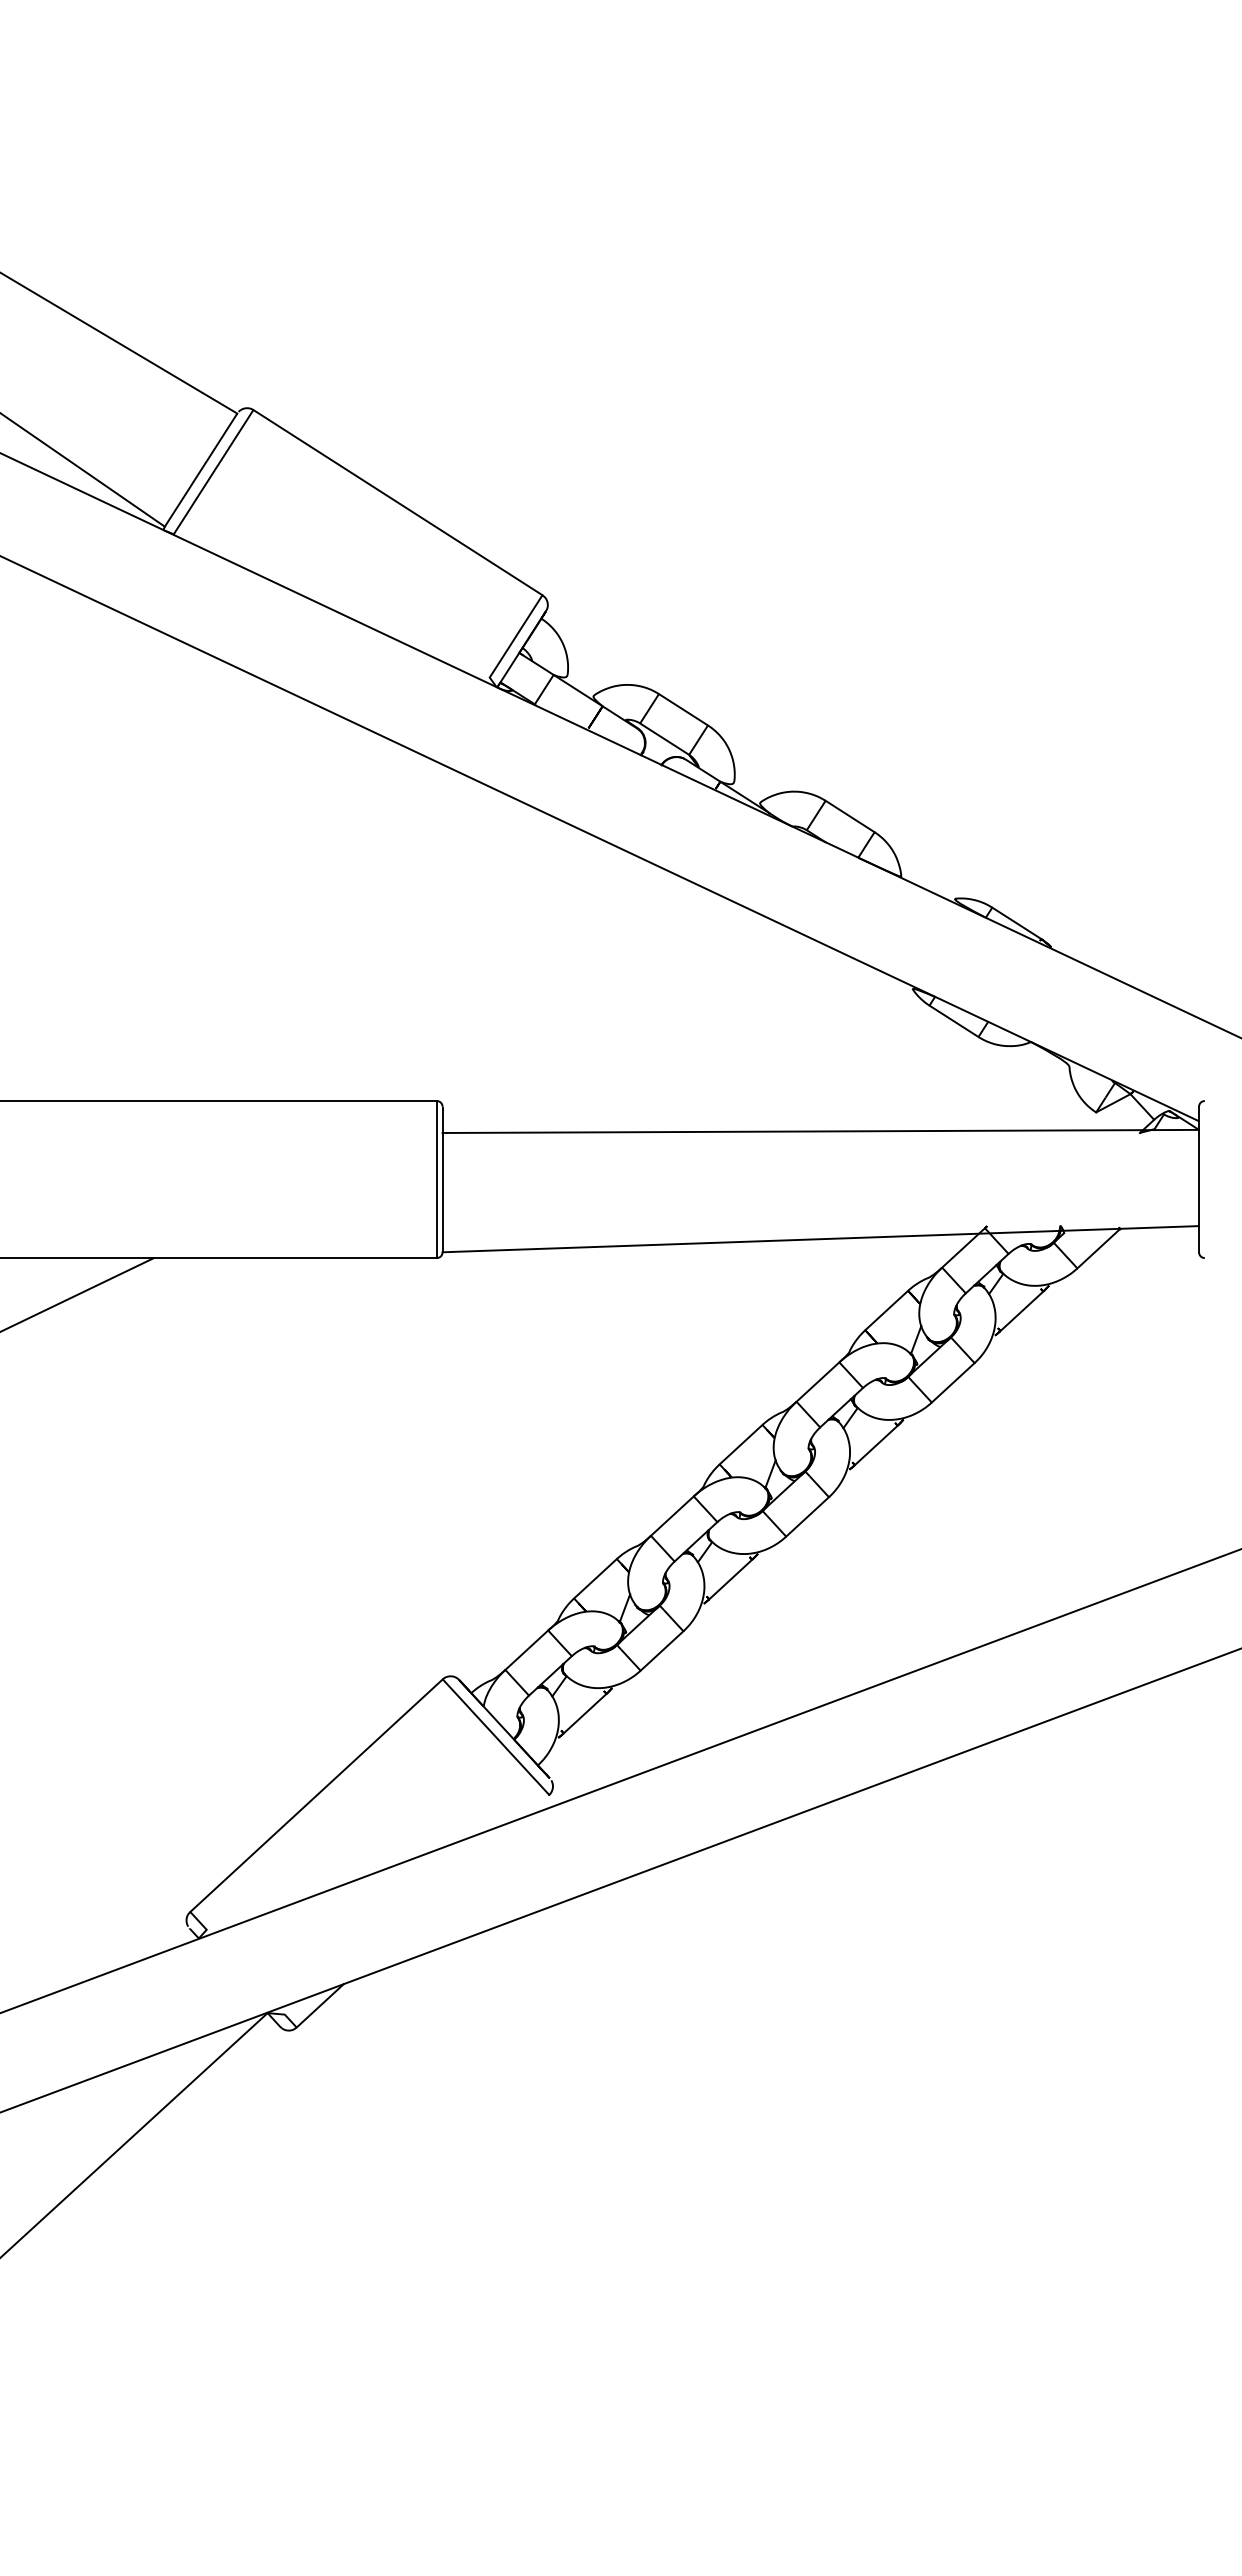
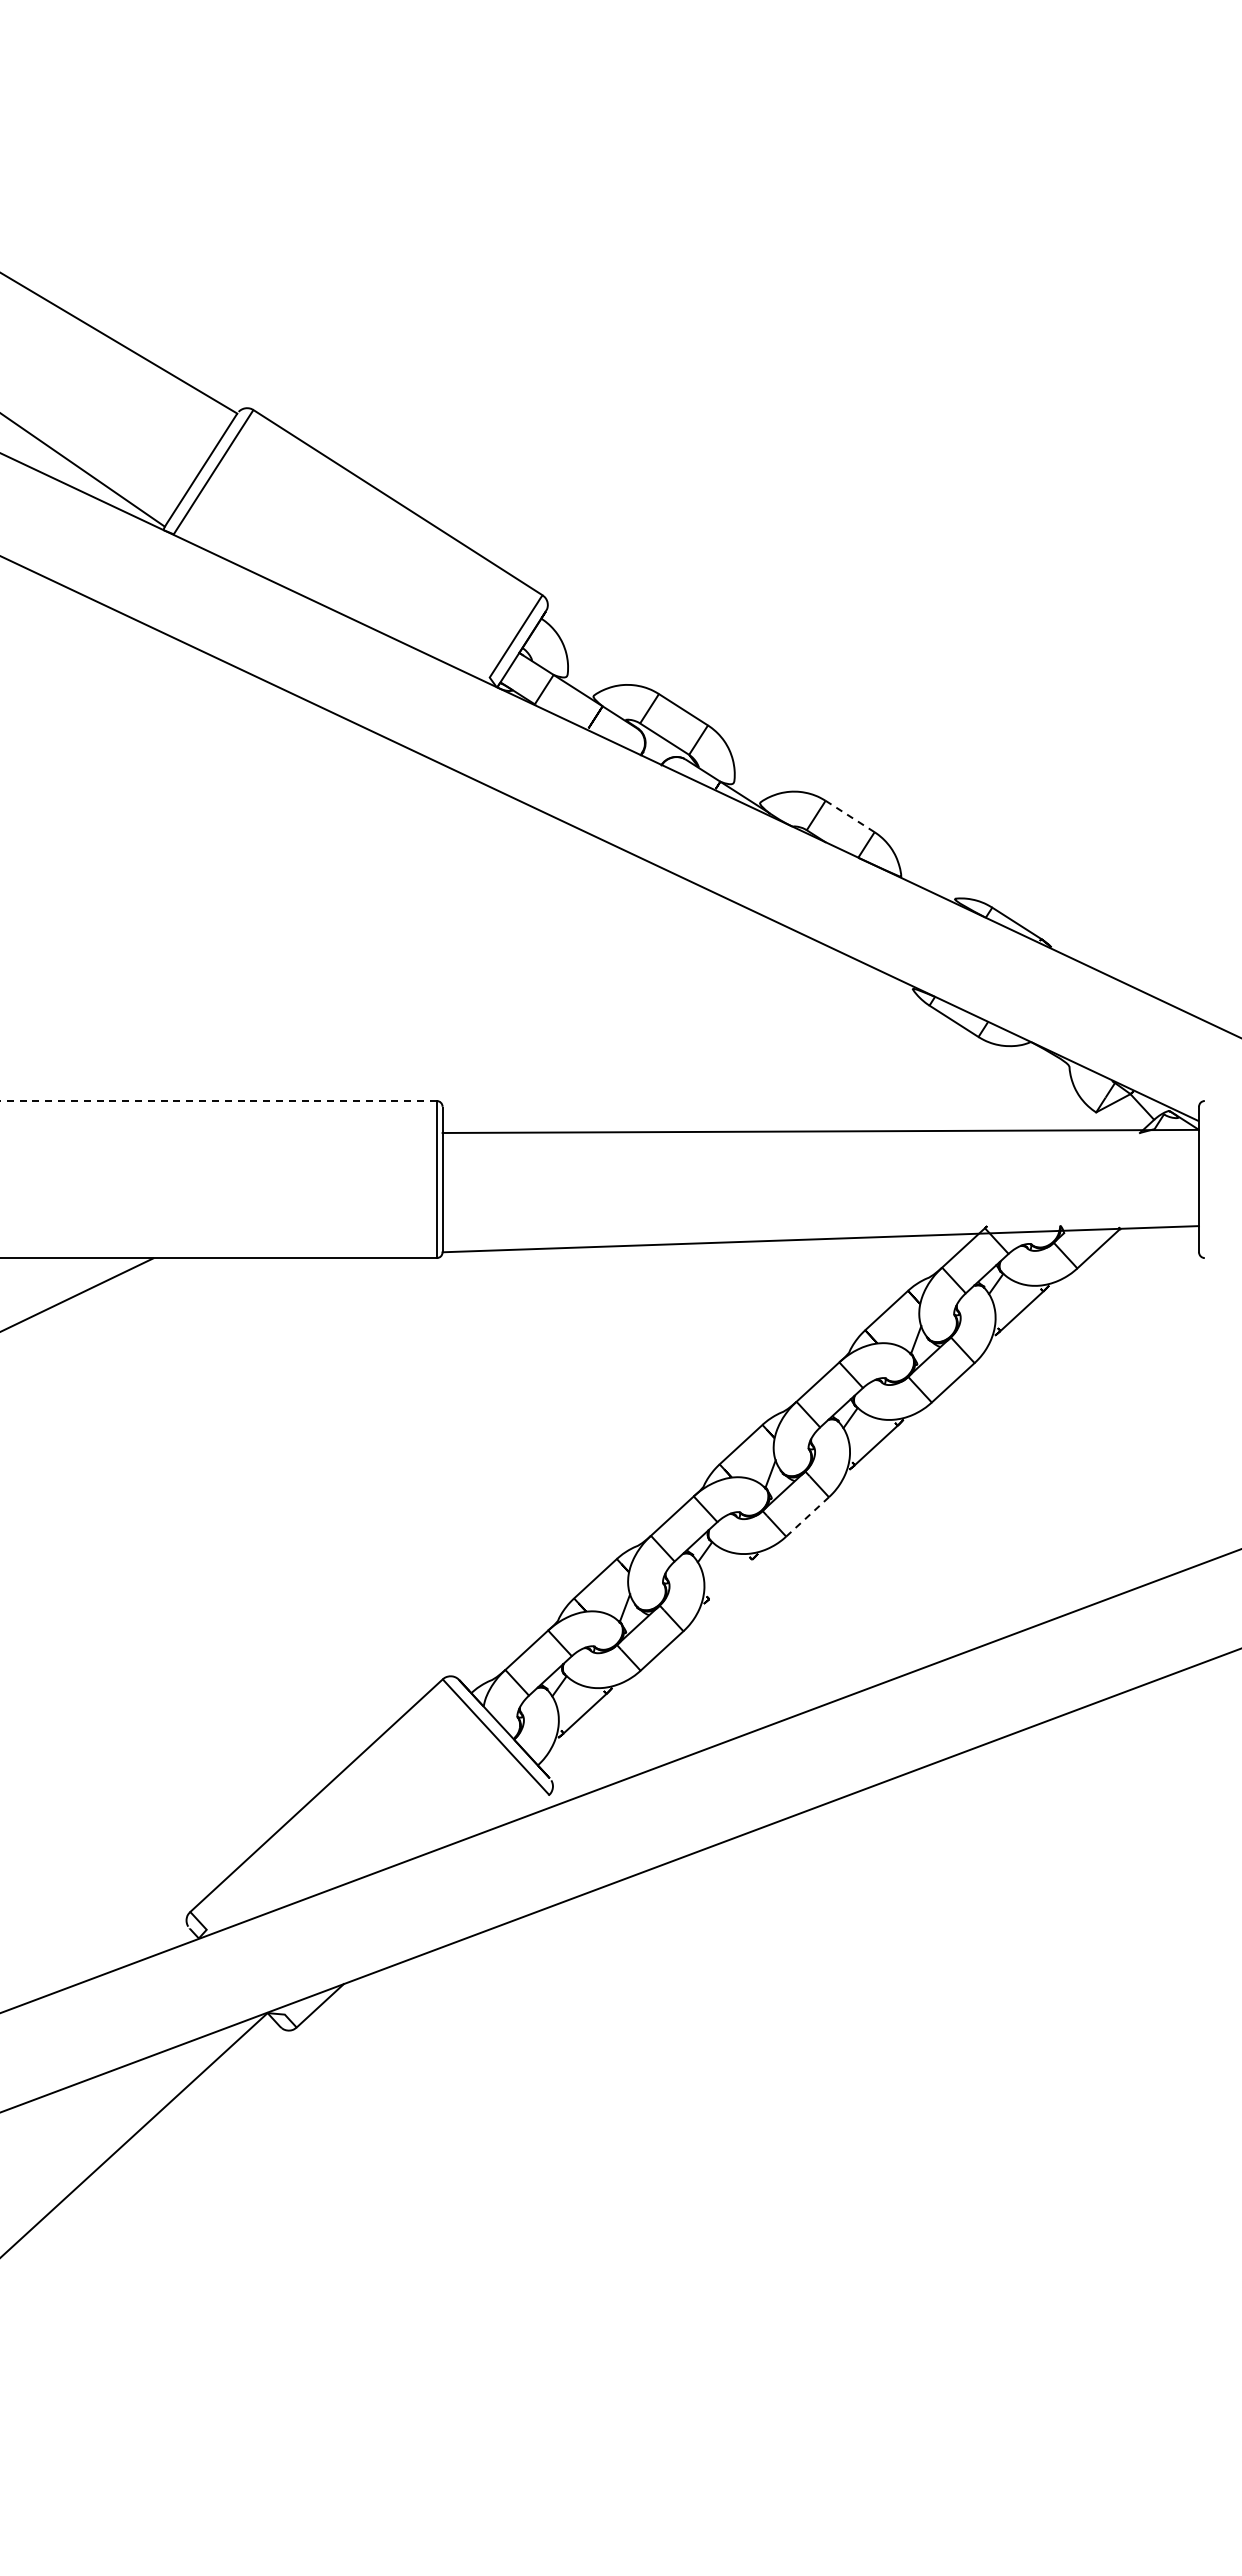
line at (849, 816): solid -> dashed
line at (218, 1101): solid -> dashed
line at (807, 1516): solid -> dashed
line at (730, 1579): present -> none
